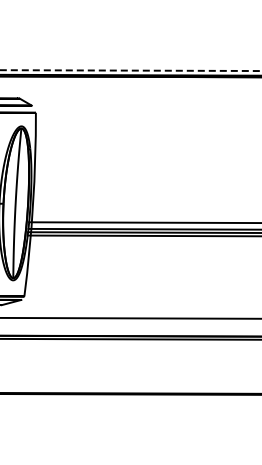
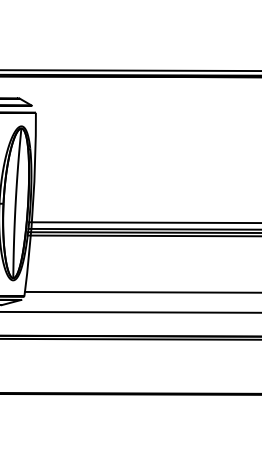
line at (131, 70): dashed -> solid
line at (141, 291): none -> present
line at (130, 317) position: (130, 317) -> (130, 311)
